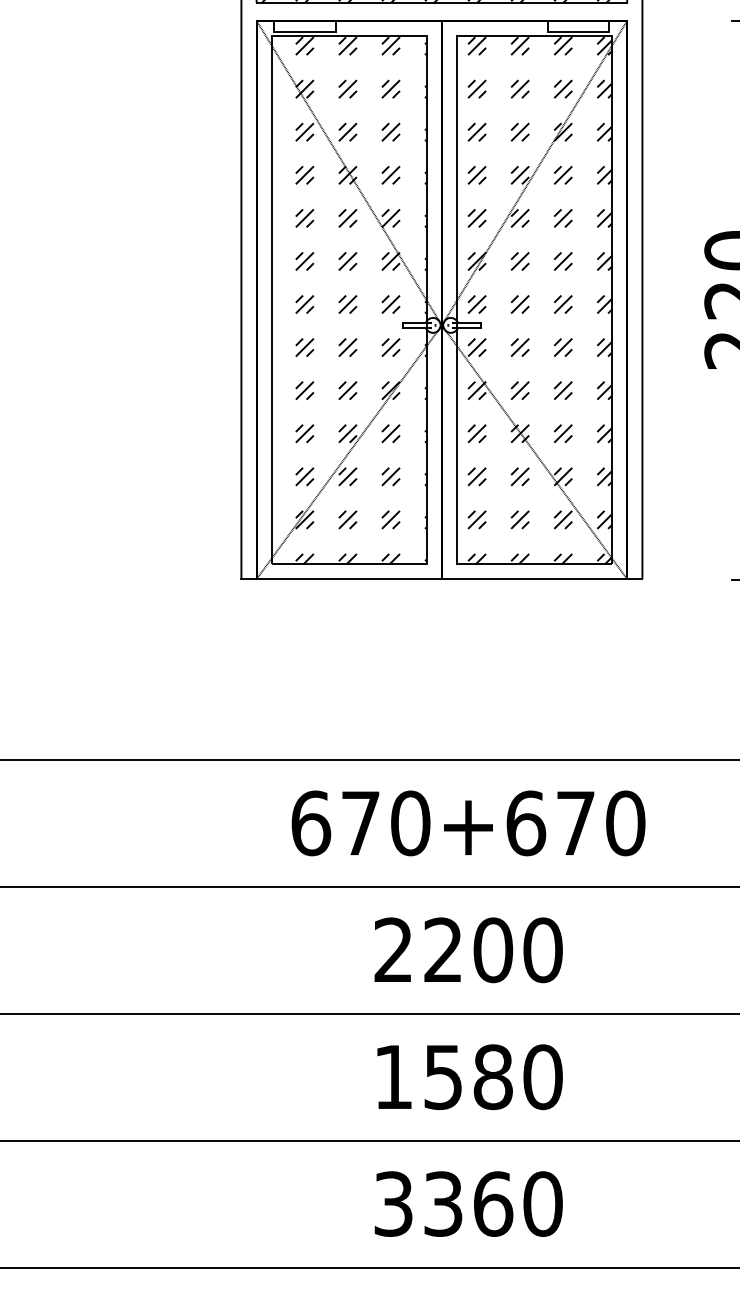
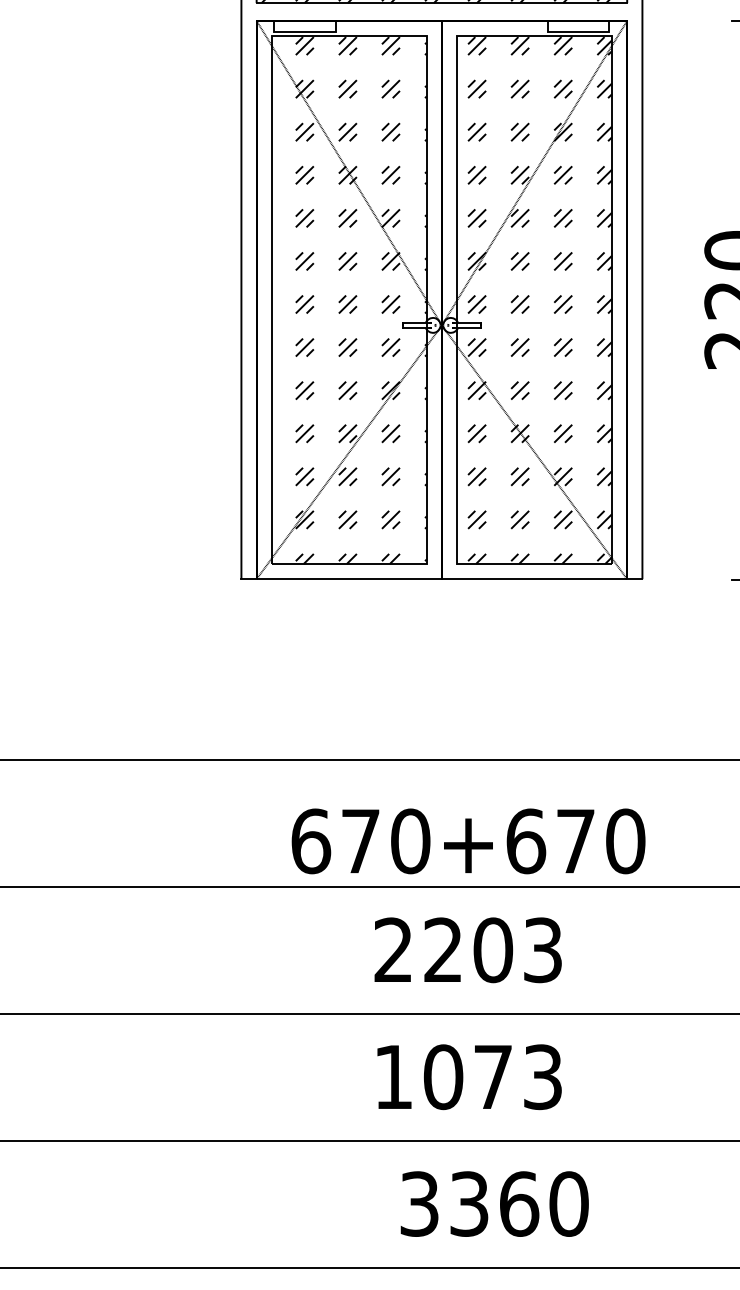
text at (468, 823) position: (468, 823) -> (468, 841)
text at (542, 950): 2200 -> 2203
text at (492, 1077): 1580 -> 1073
text at (468, 1203) position: (468, 1203) -> (494, 1203)
